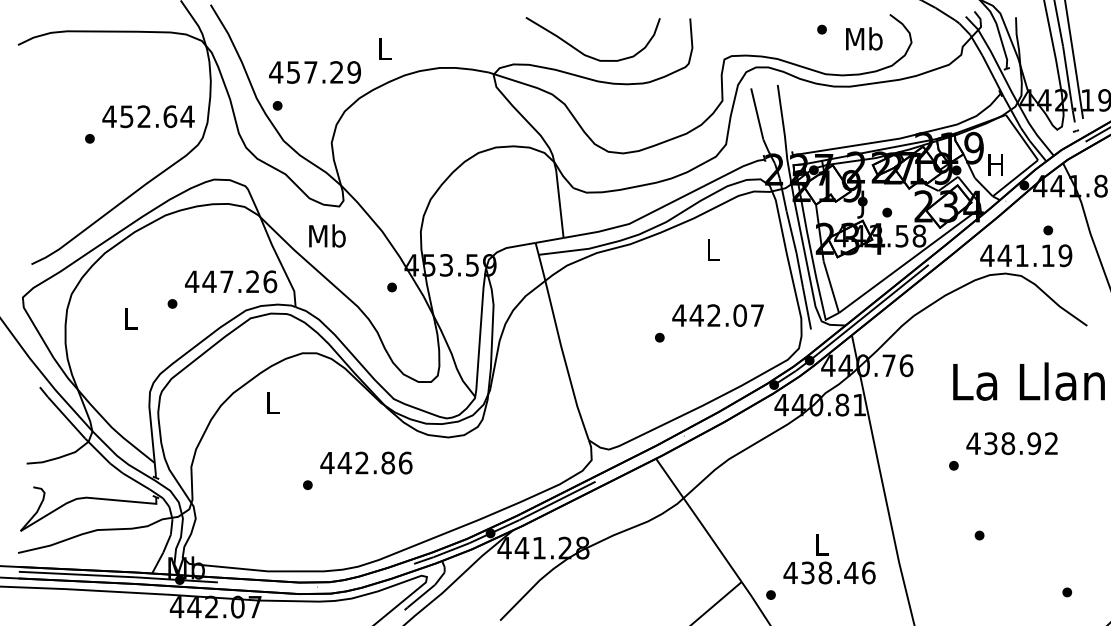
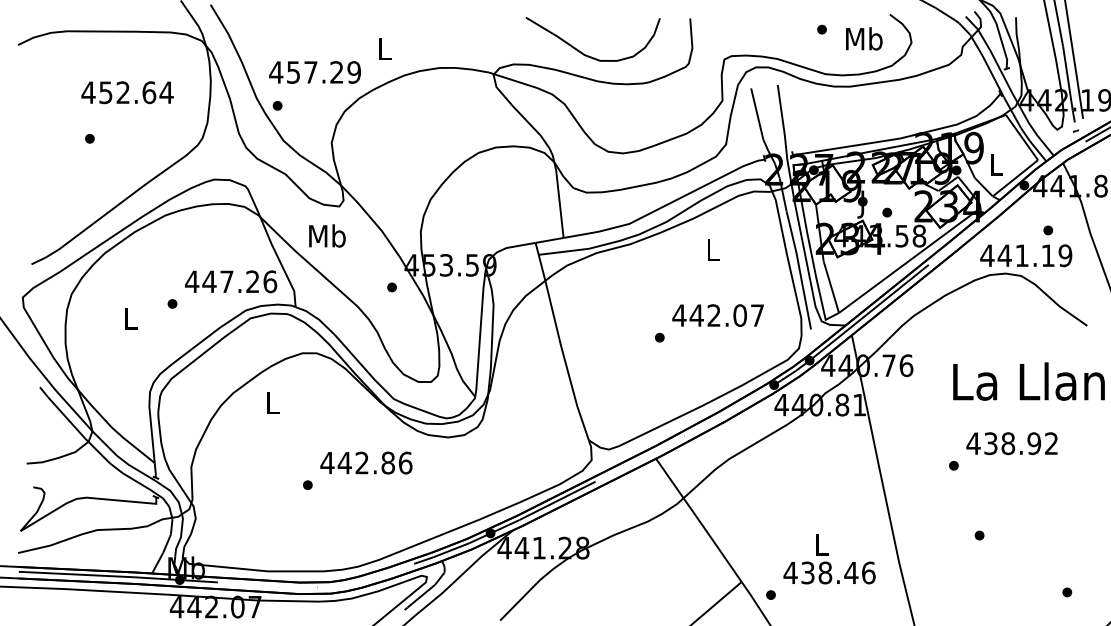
text at (148, 116) position: (148, 116) -> (127, 92)
text at (995, 164): H -> L
